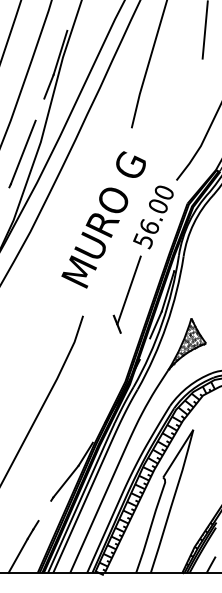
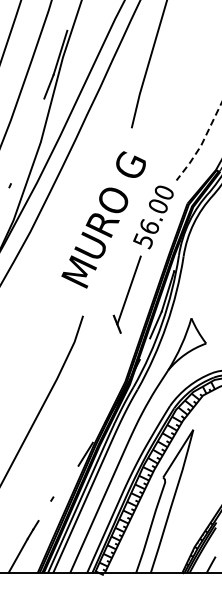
line at (204, 30): present -> none
line at (201, 145): solid -> dashed
line at (22, 152): present -> none
hatch at (186, 343): present -> none
line at (65, 481): present -> none
